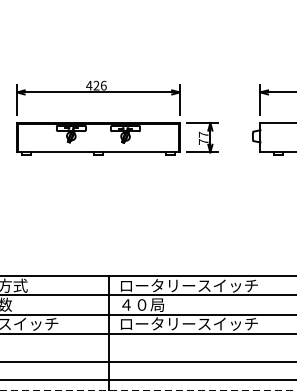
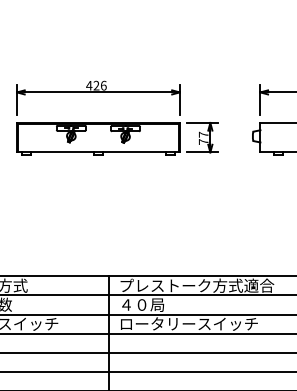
text at (197, 285): ロータリースイッチ -> プレストーク方式適合
line at (147, 361) position: (147, 361) -> (147, 352)
line at (147, 379) position: (147, 379) -> (147, 371)
line at (149, 390): dashed -> solid
